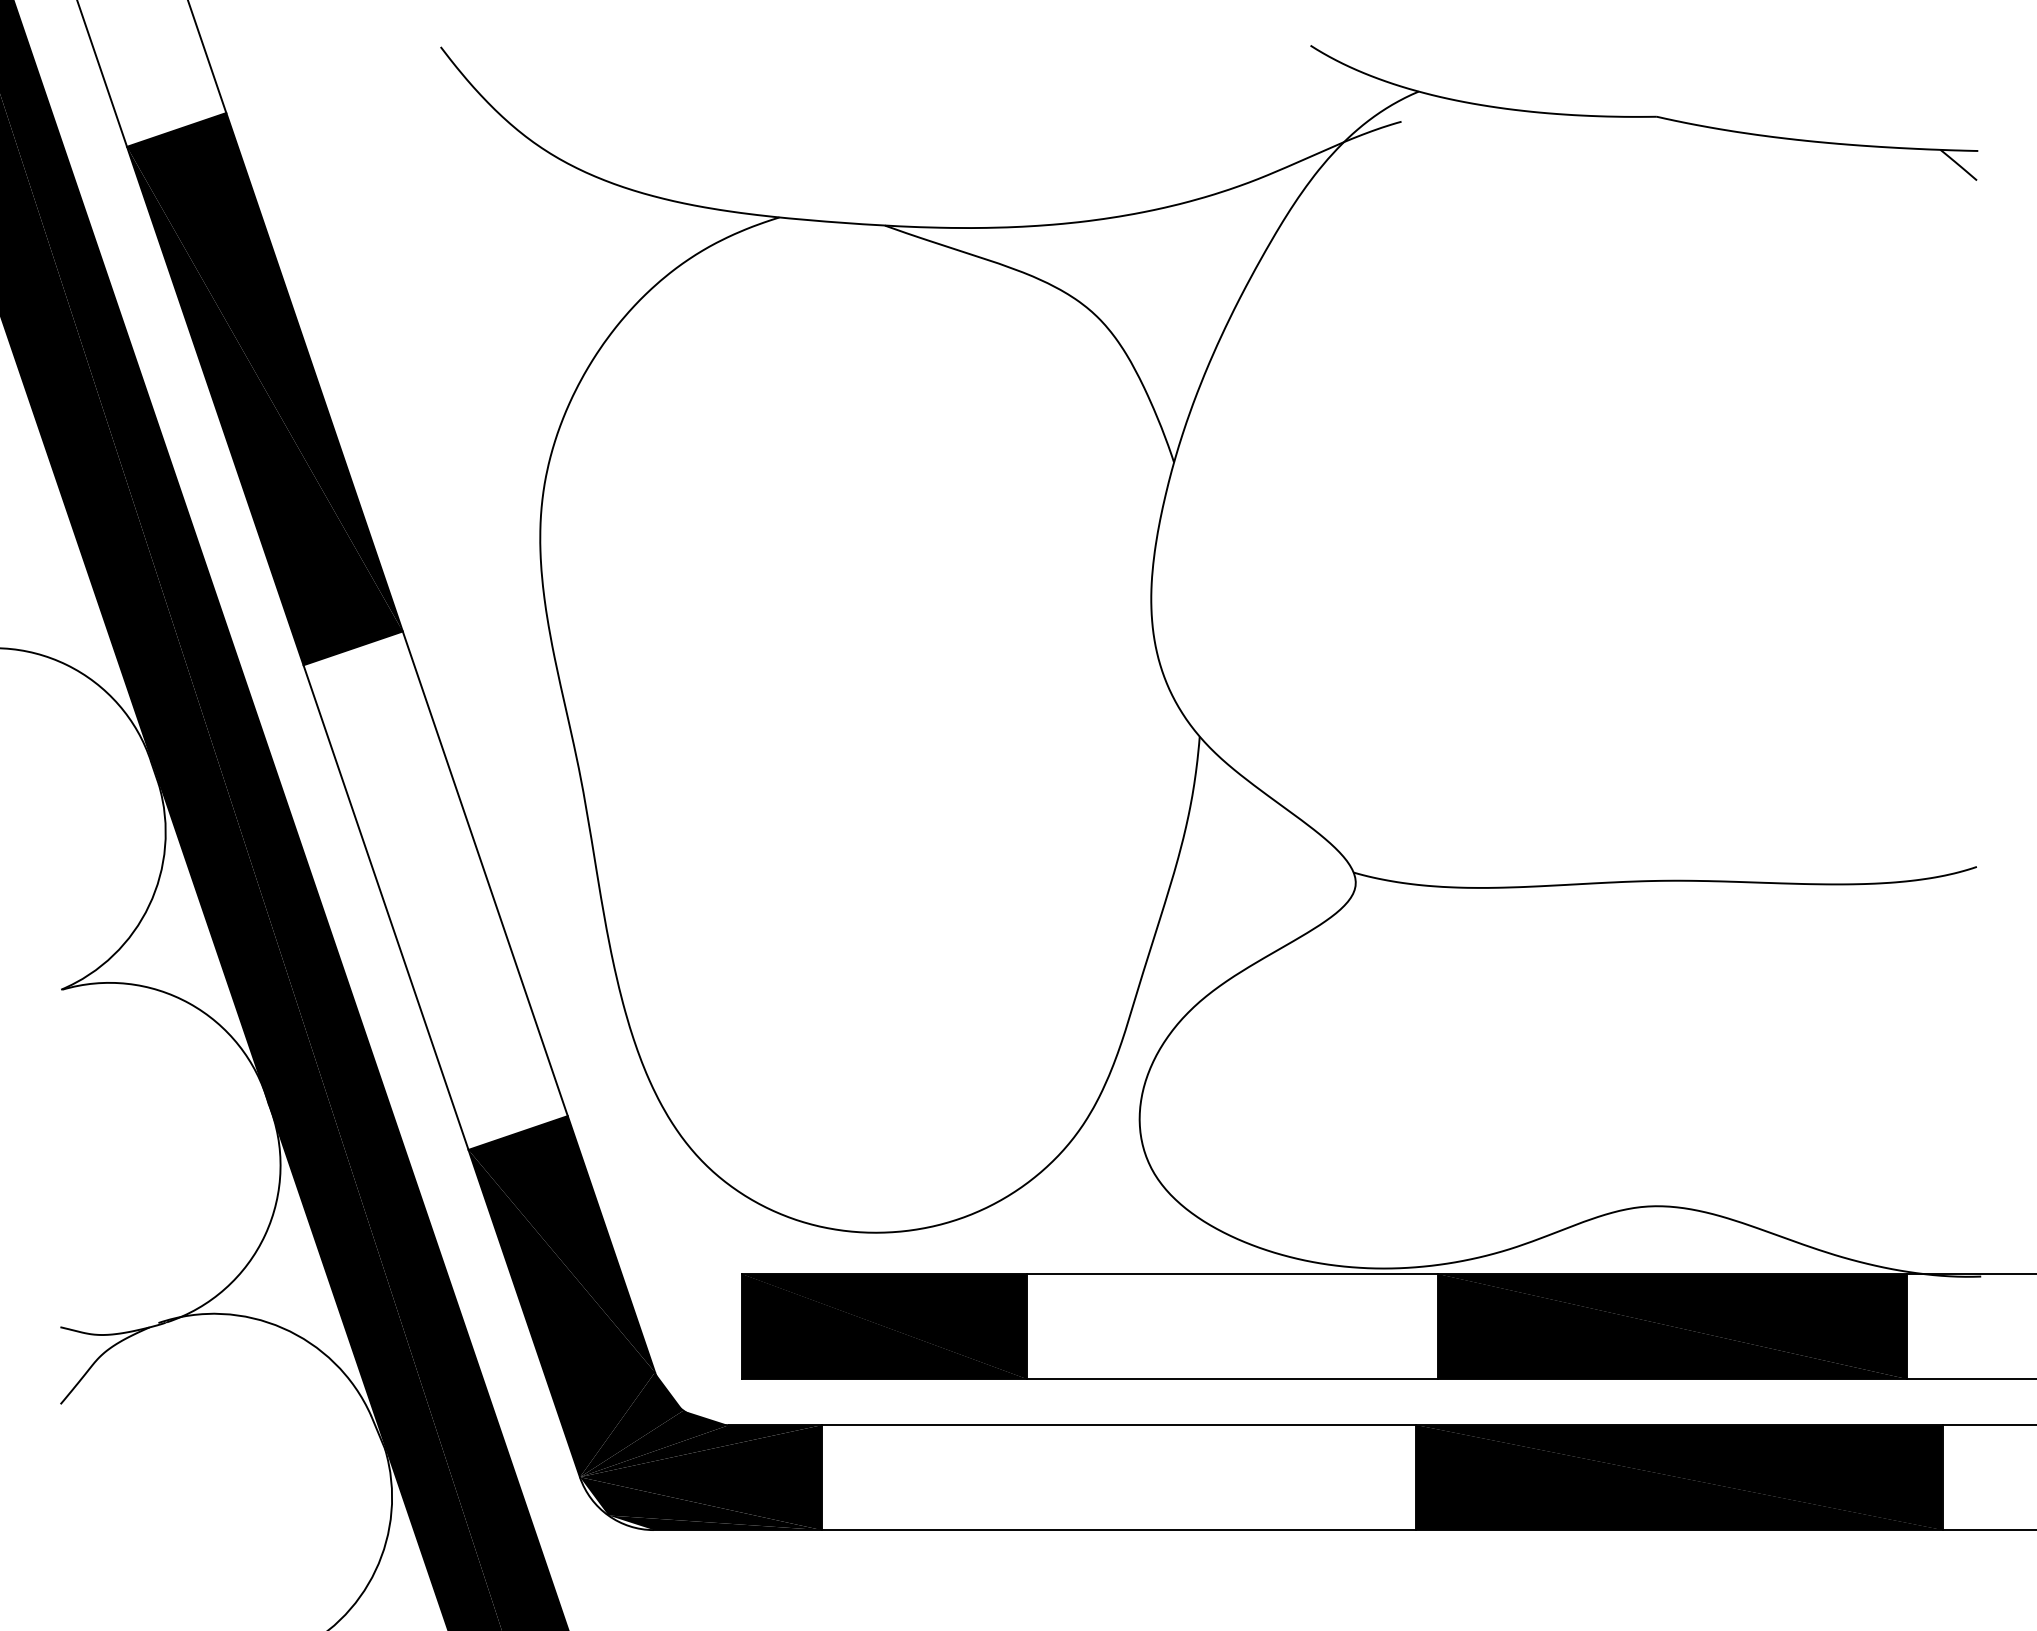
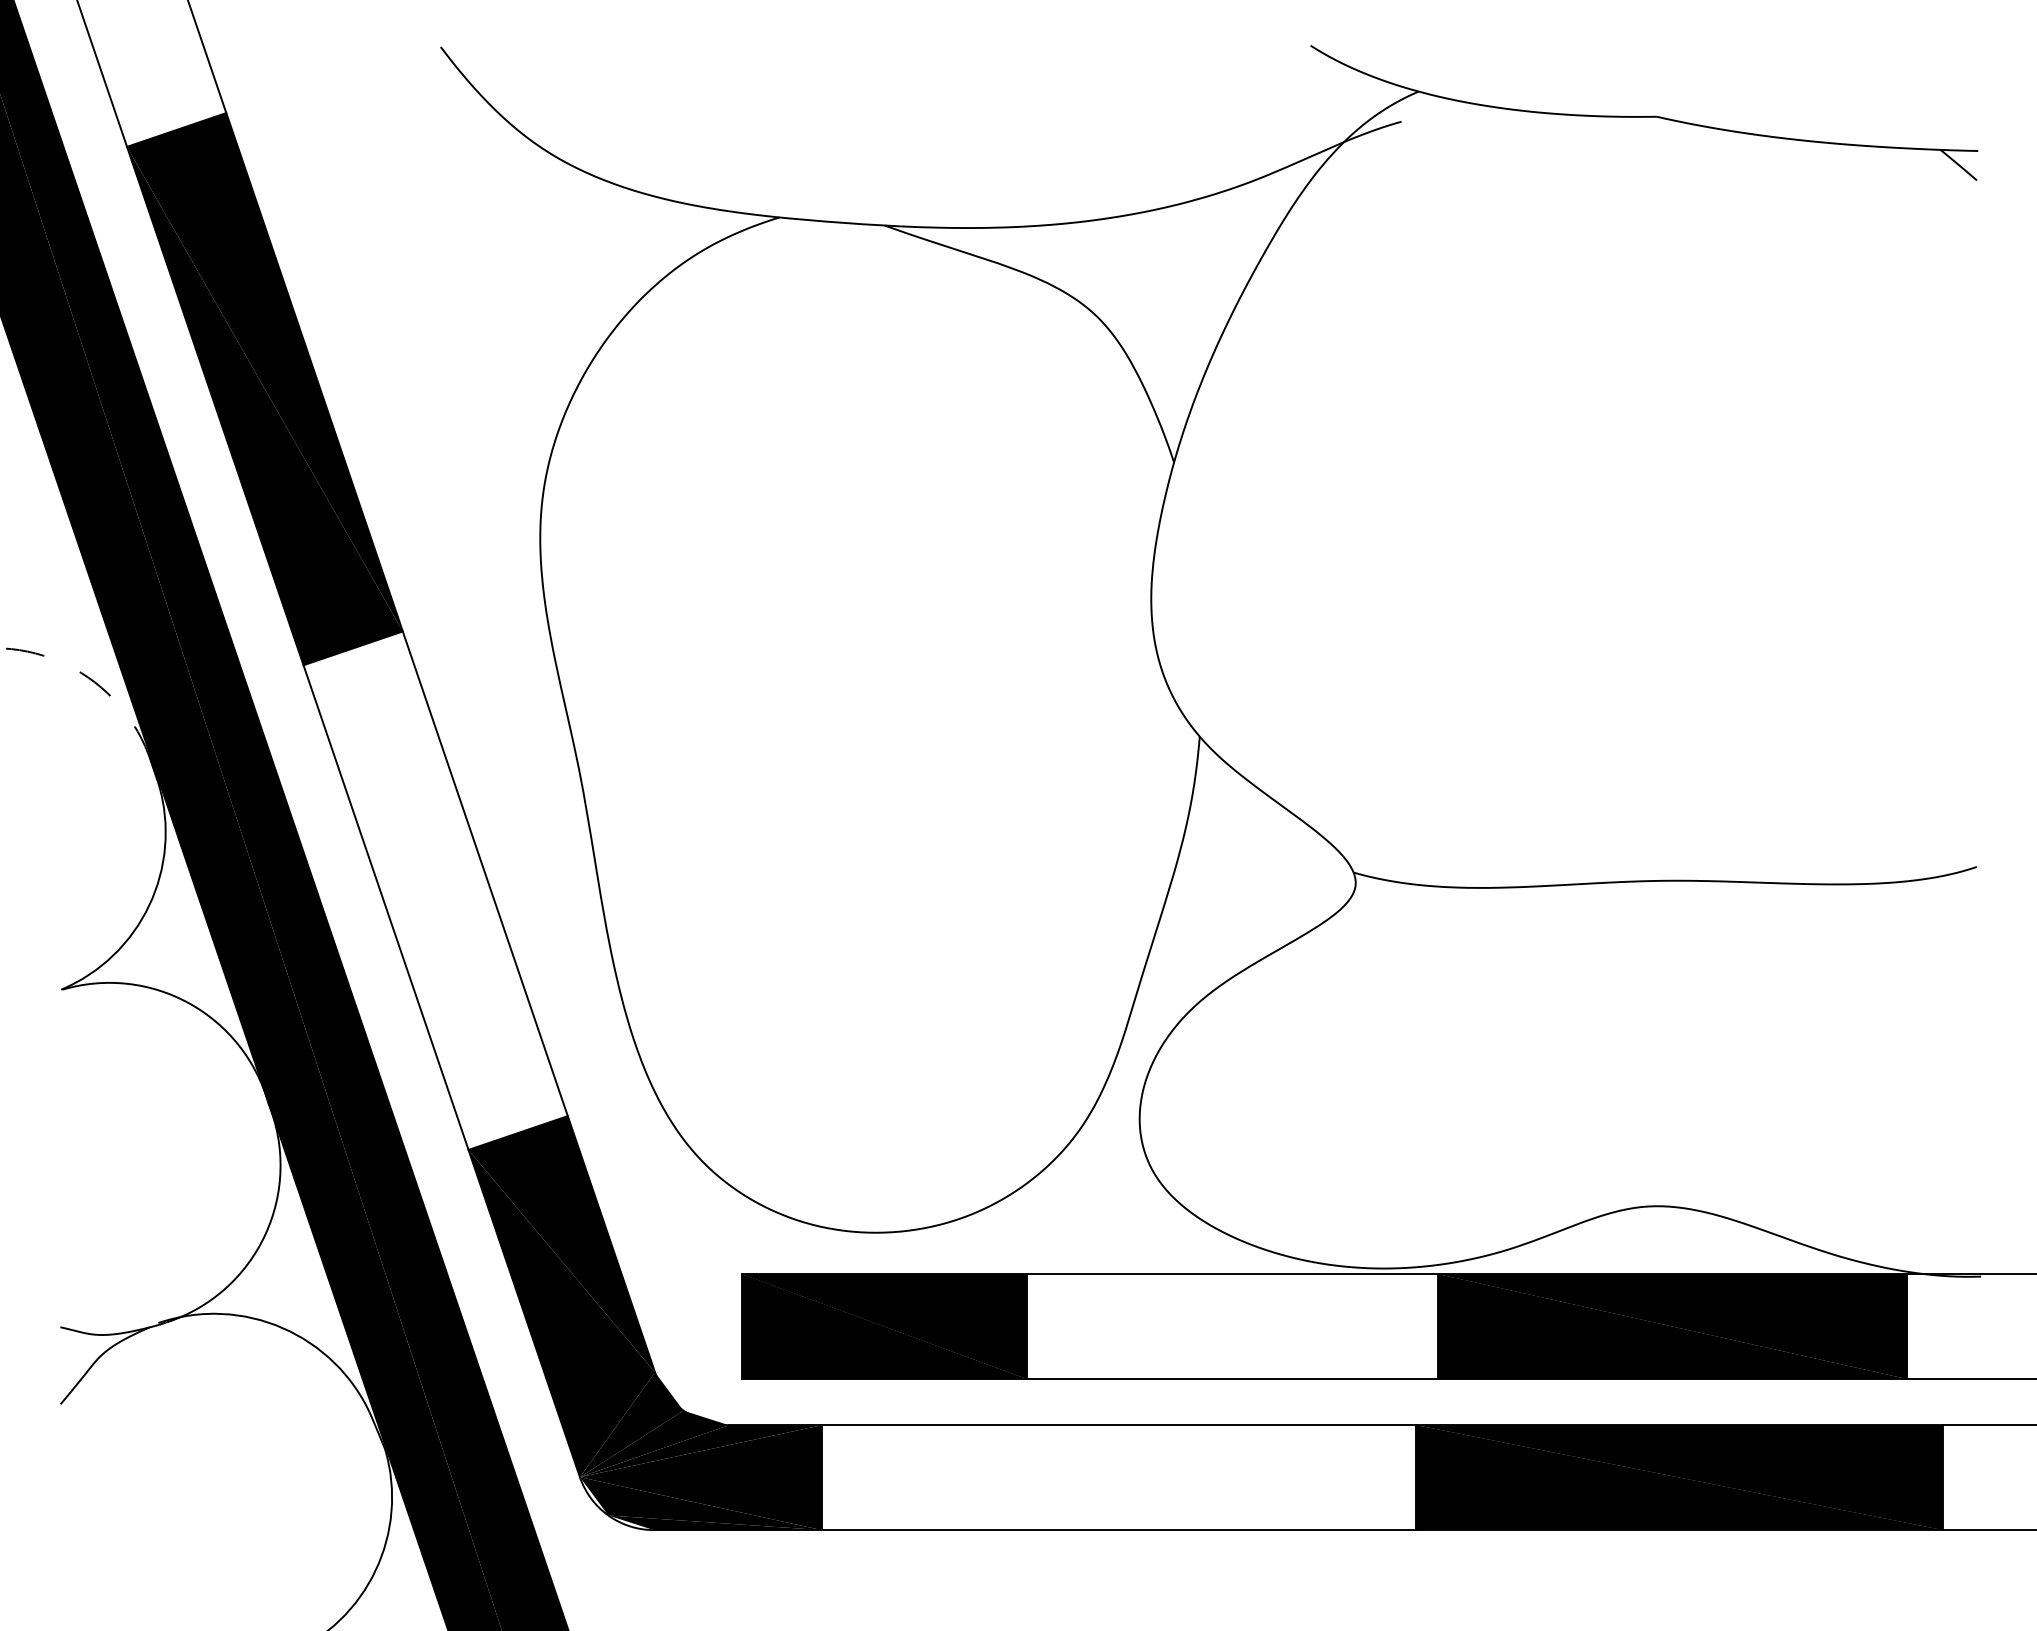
arc at (93, 681): solid -> dashed
